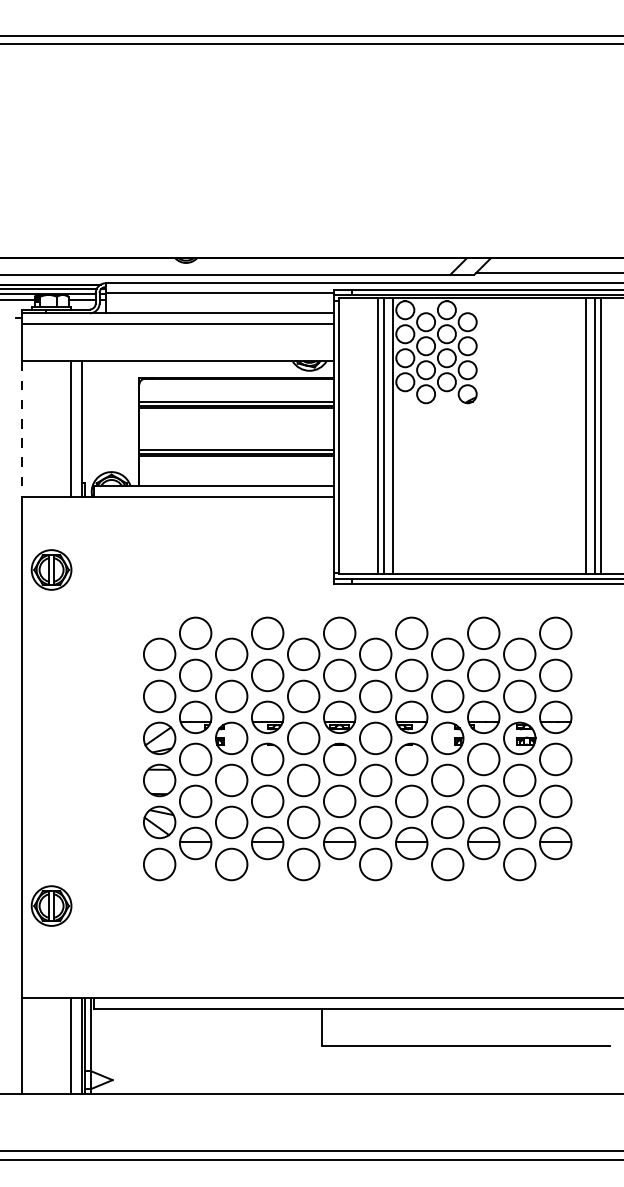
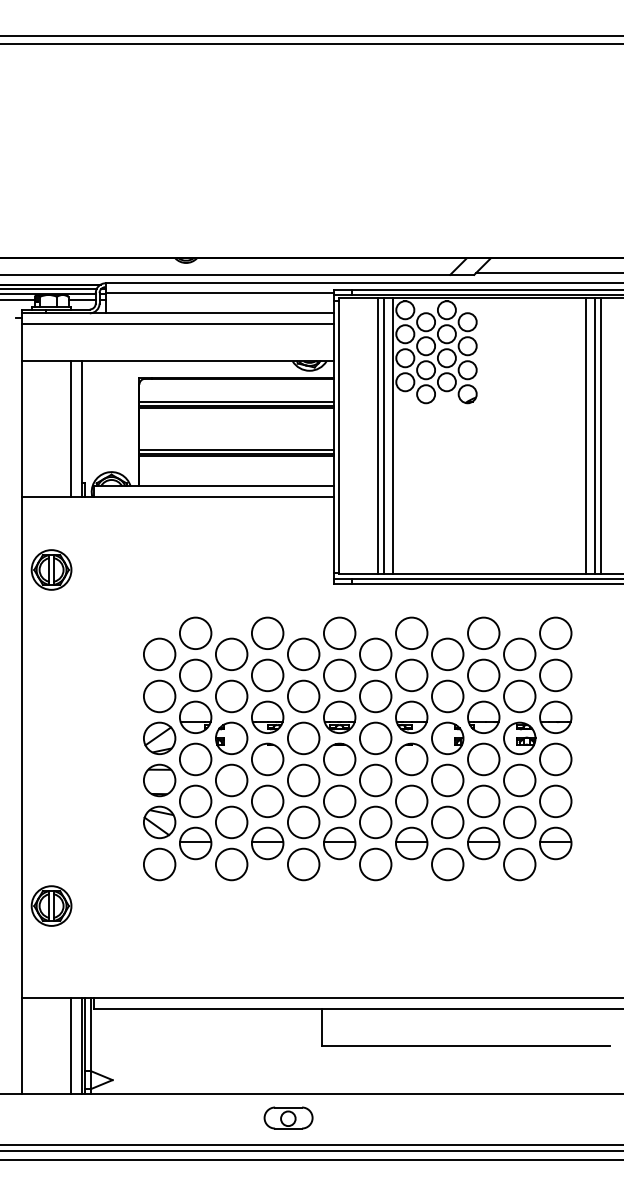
line at (21, 429): dashed -> solid
part at (288, 1117): none -> present
line at (311, 1145): none -> present
